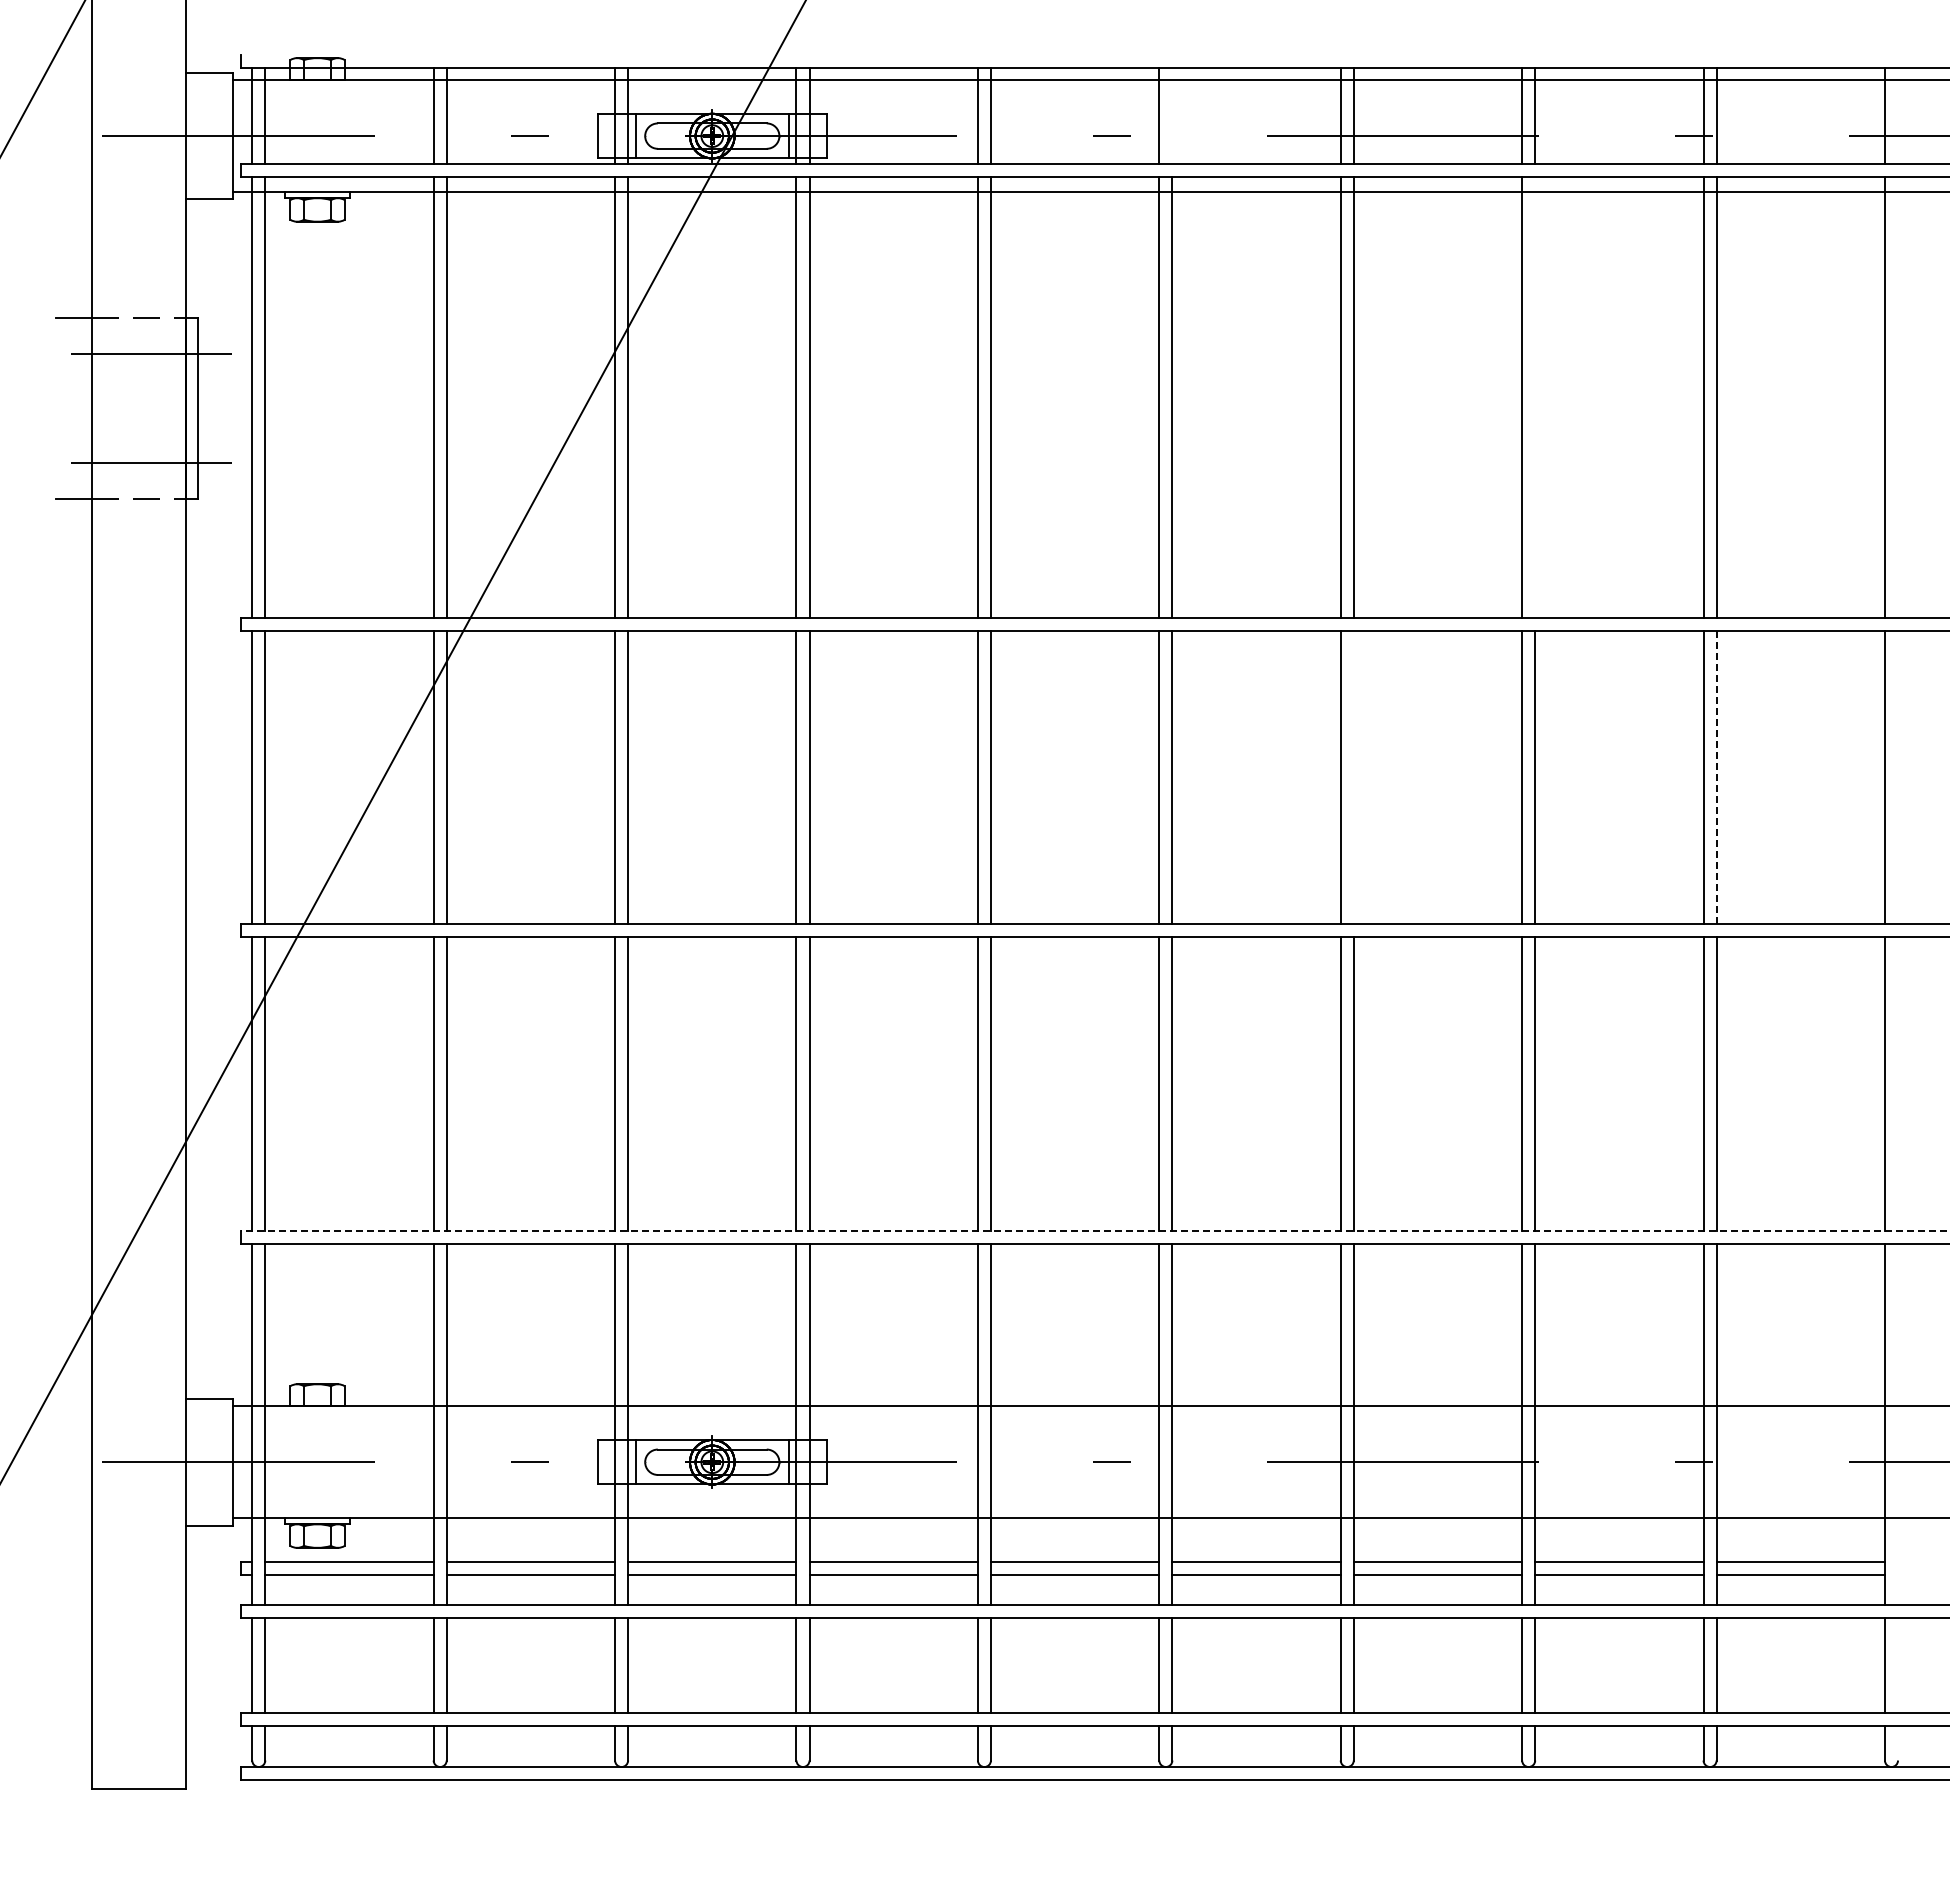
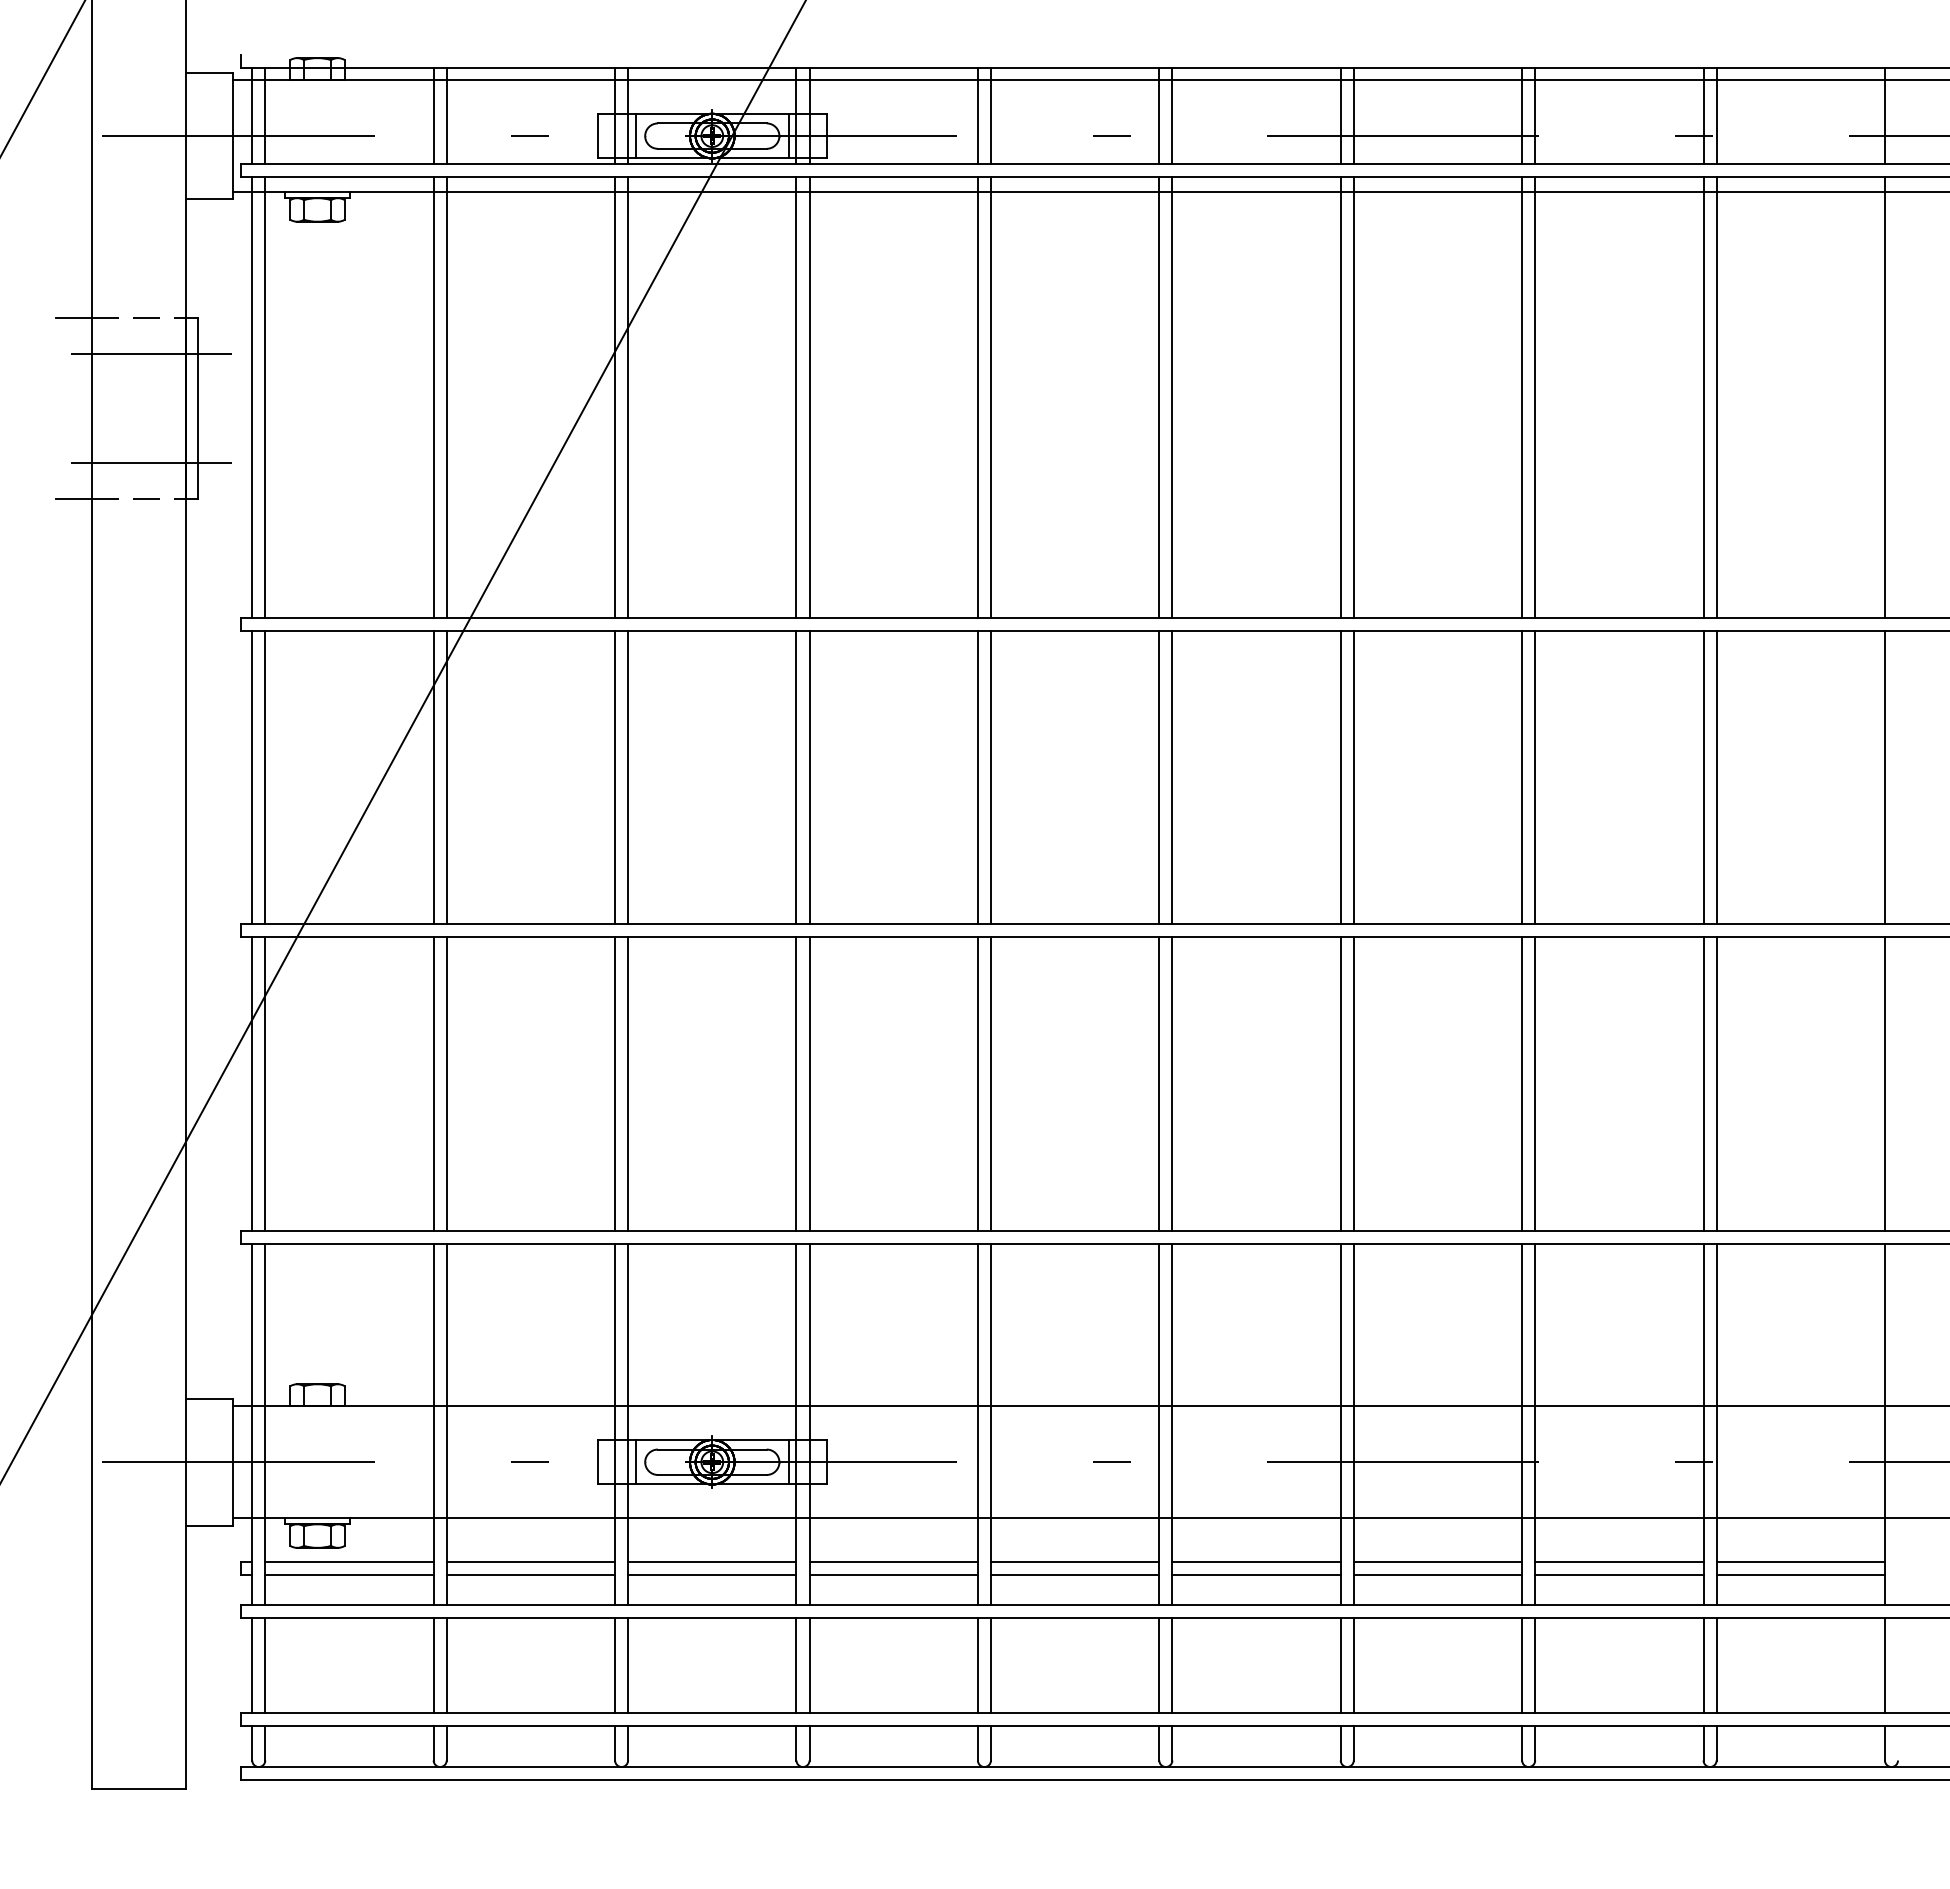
line at (1172, 116): none -> present
line at (1535, 397): none -> present
line at (1353, 777): none -> present
line at (1716, 777): dashed -> solid
line at (1094, 1230): dashed -> solid
